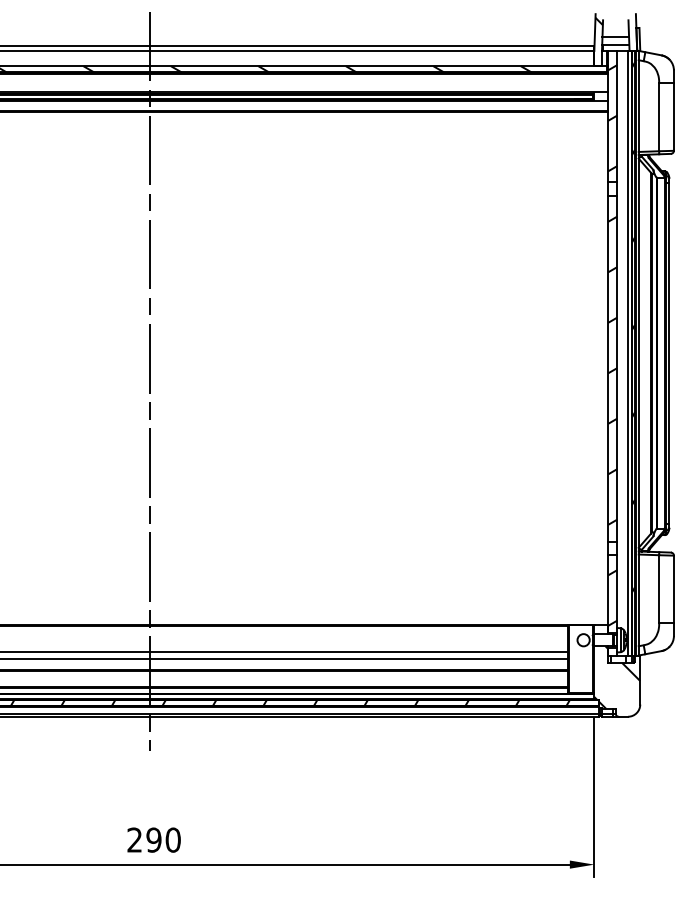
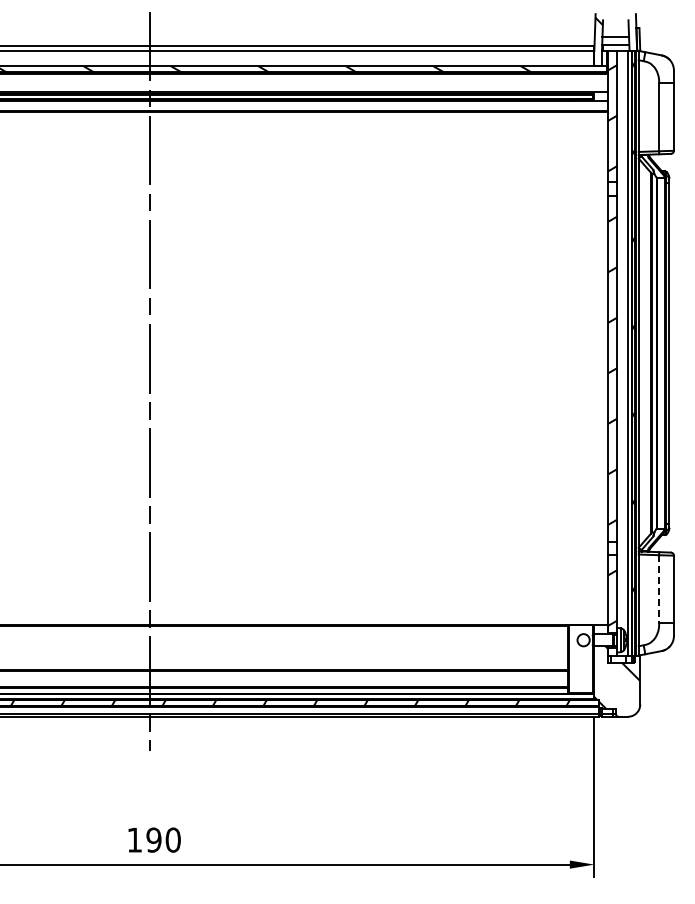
line at (659, 589): solid -> dashed
line at (285, 652): present -> none
line at (285, 658): present -> none
text at (134, 839): 290 -> 190
